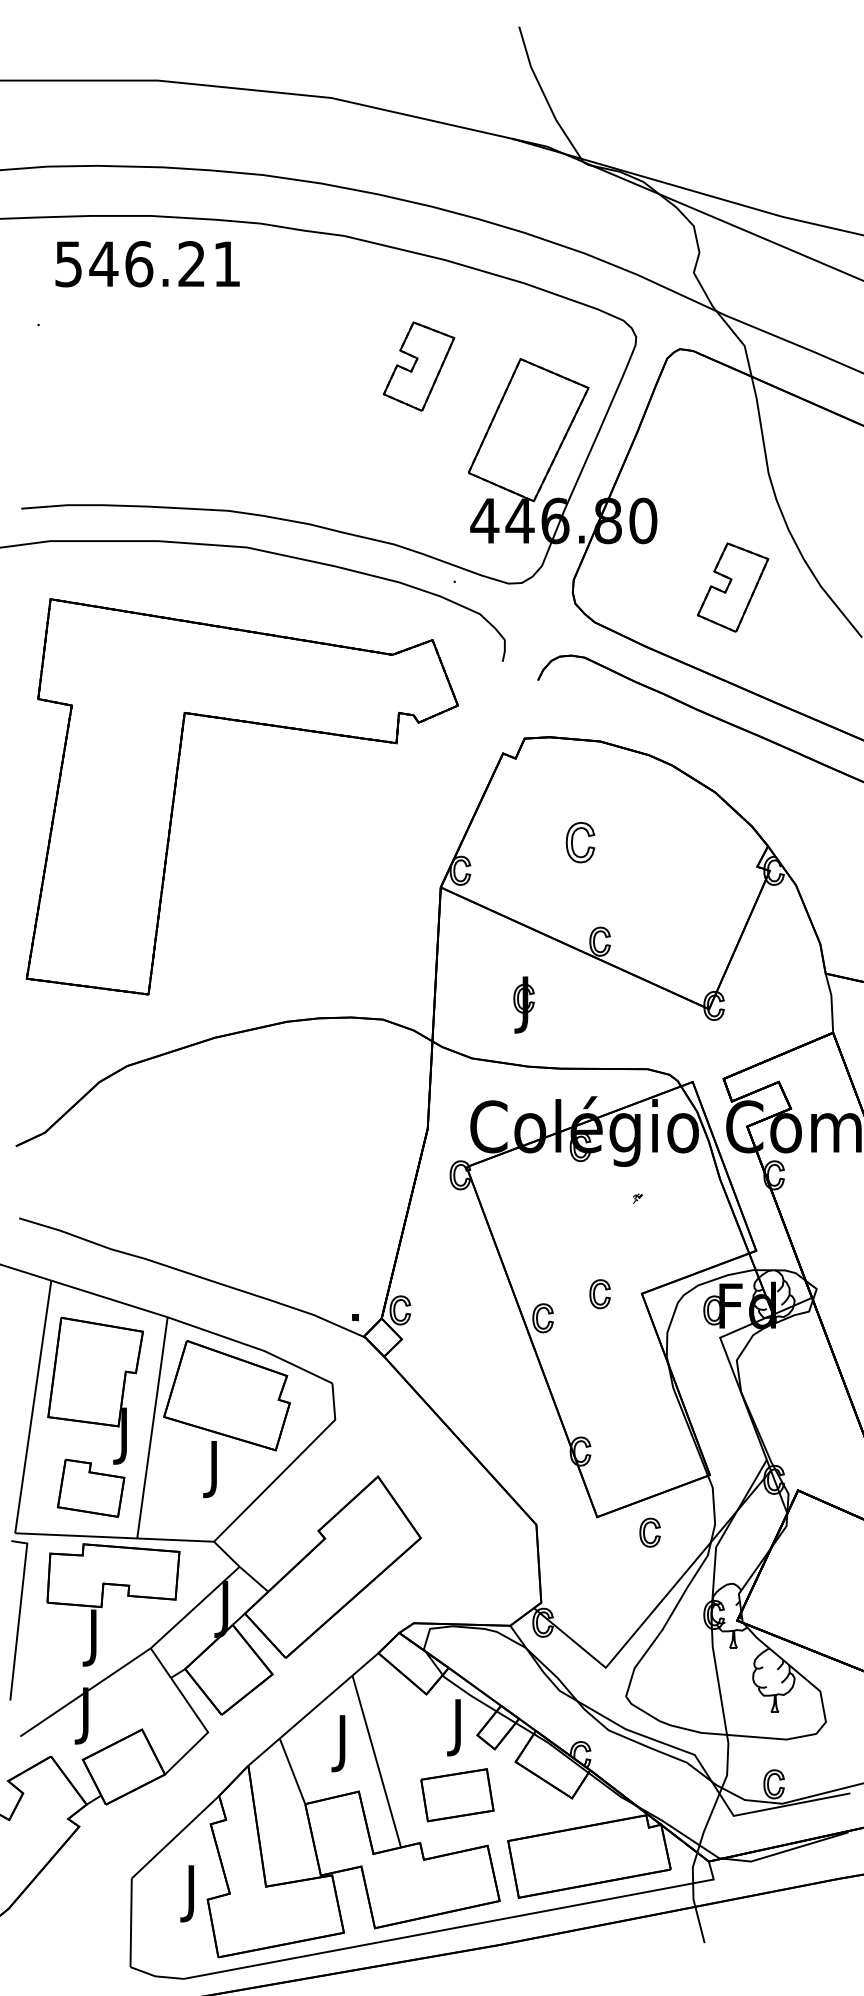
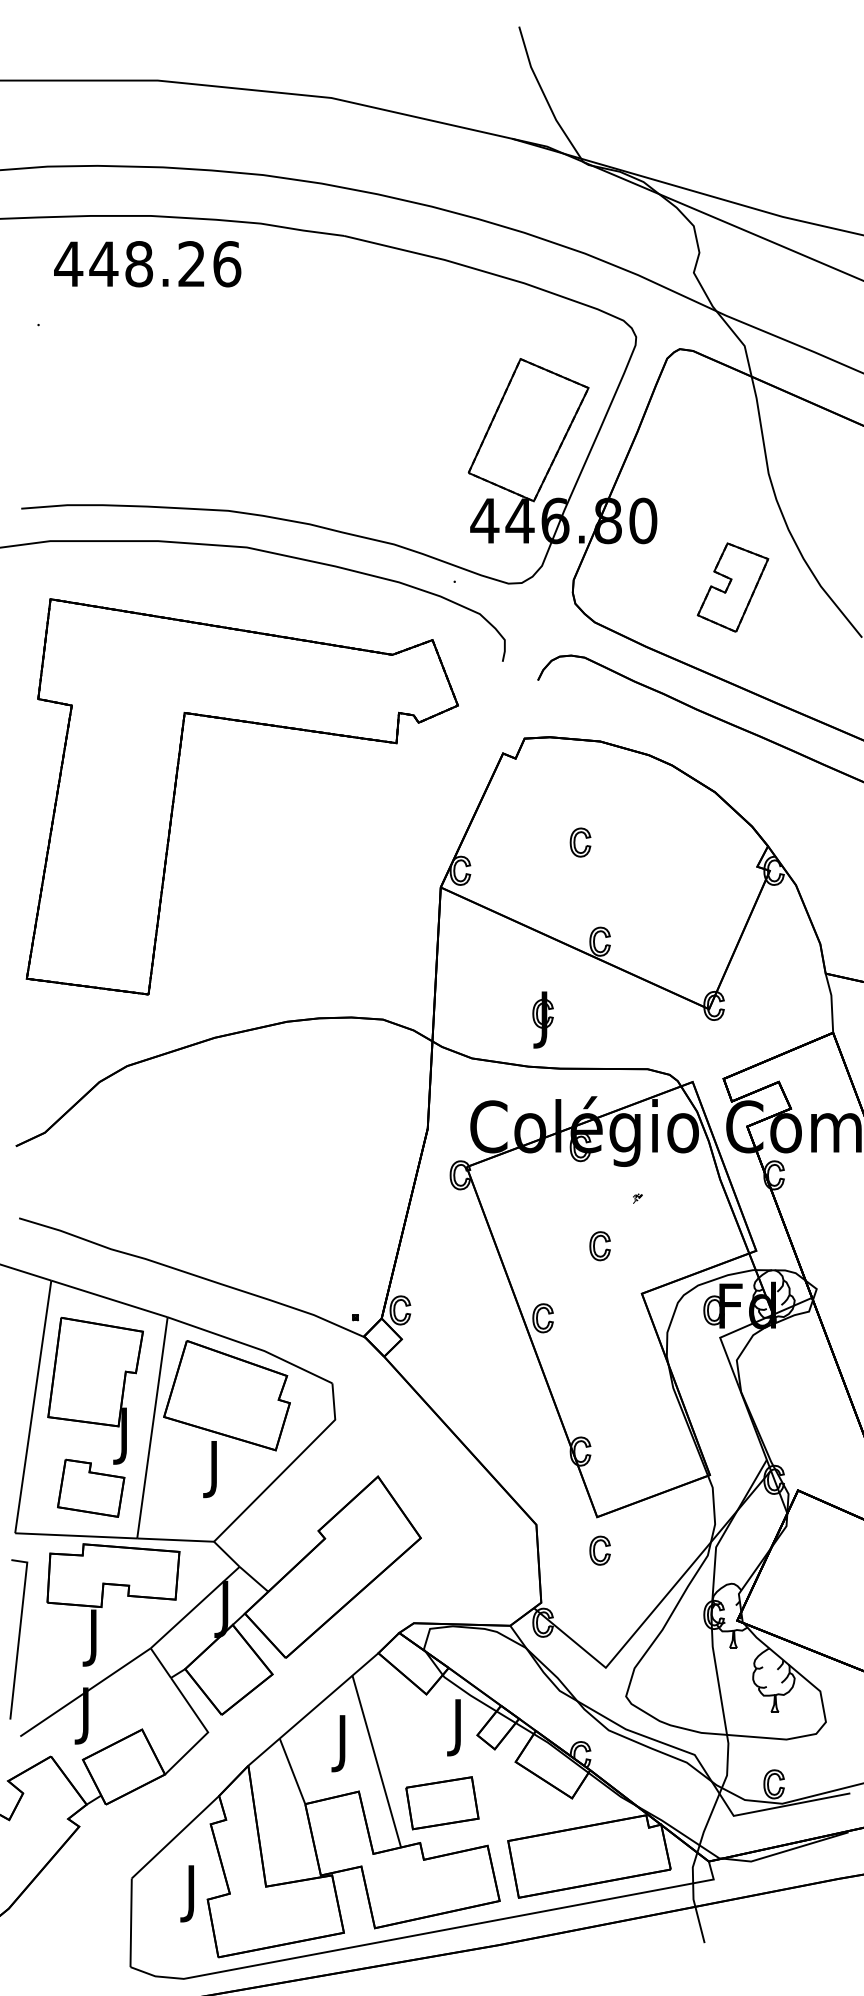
text at (147, 264): 546.21 -> 448.26
part at (418, 366): present -> none
part at (580, 842) size: 31x42 px -> 23x31 px
part at (523, 1004) position: (523, 1004) -> (542, 1019)
part at (599, 1294) position: (599, 1294) -> (599, 1246)
part at (649, 1532) position: (649, 1532) -> (599, 1550)
line at (18, 1620) position: (18, 1620) -> (18, 1639)
part at (457, 1795) position: (457, 1795) -> (442, 1803)
